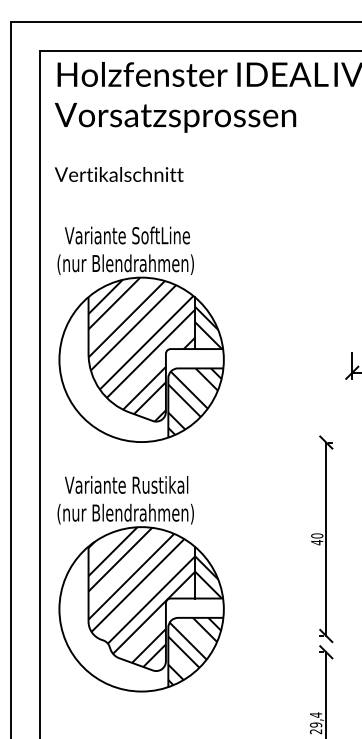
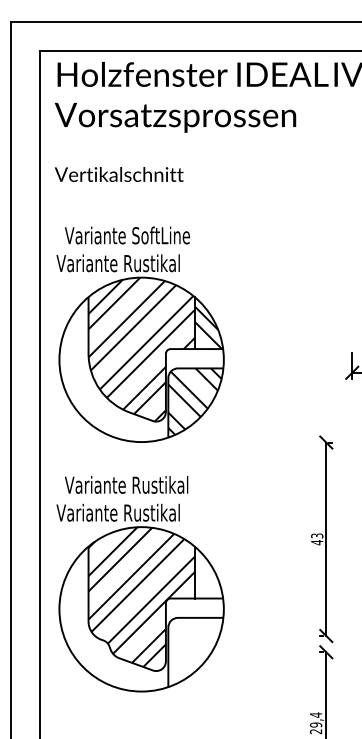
text at (124, 264): (nur Blendrahmen) -> Variante Rustikal
text at (124, 513): (nur Blendrahmen) -> Variante Rustikal
text at (317, 535): 40 -> 43
hatch at (207, 577): present -> none
hatch at (194, 651): present -> none
